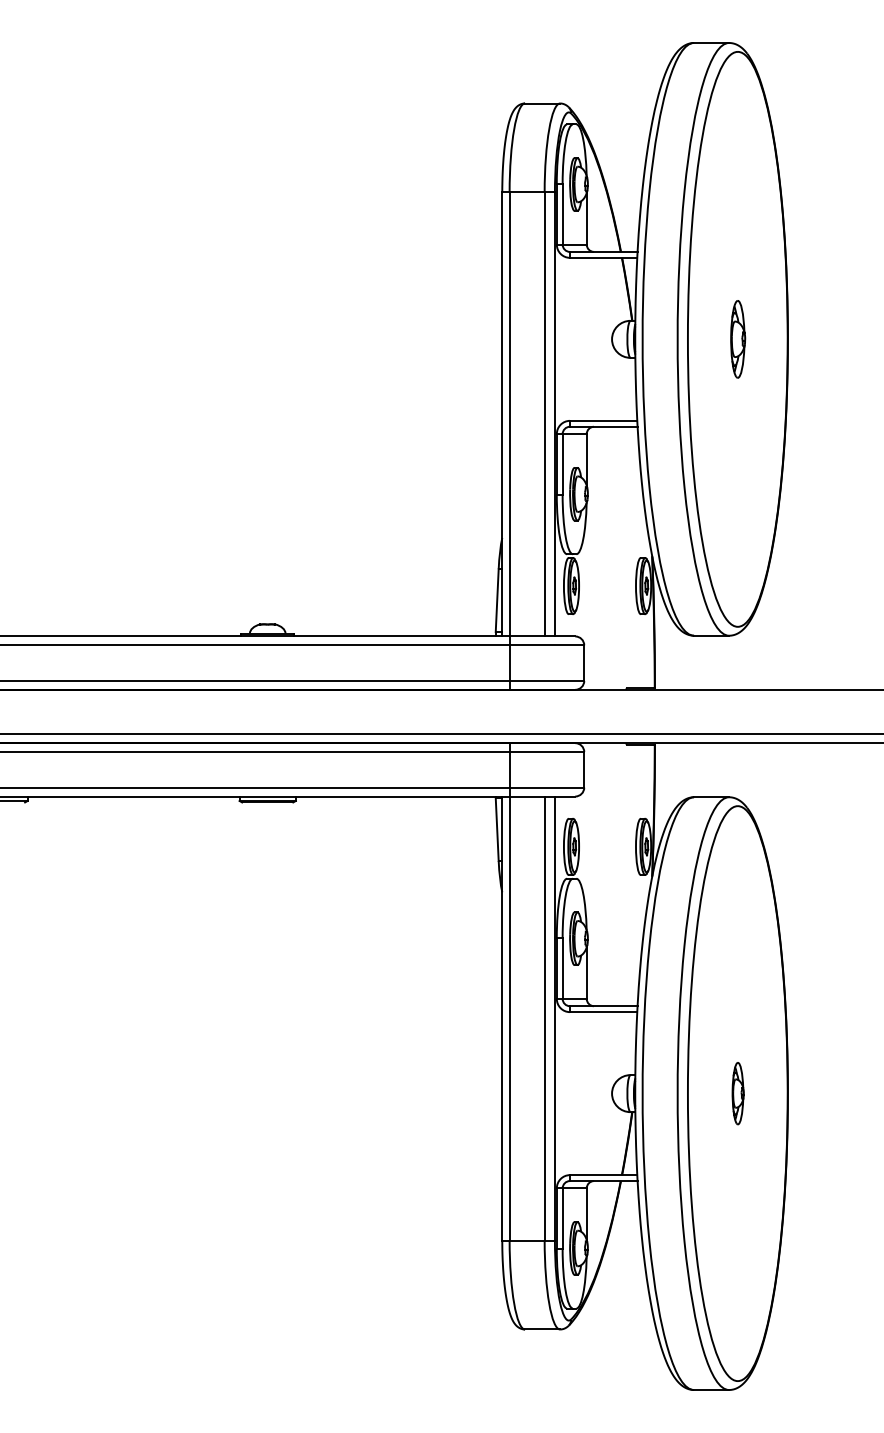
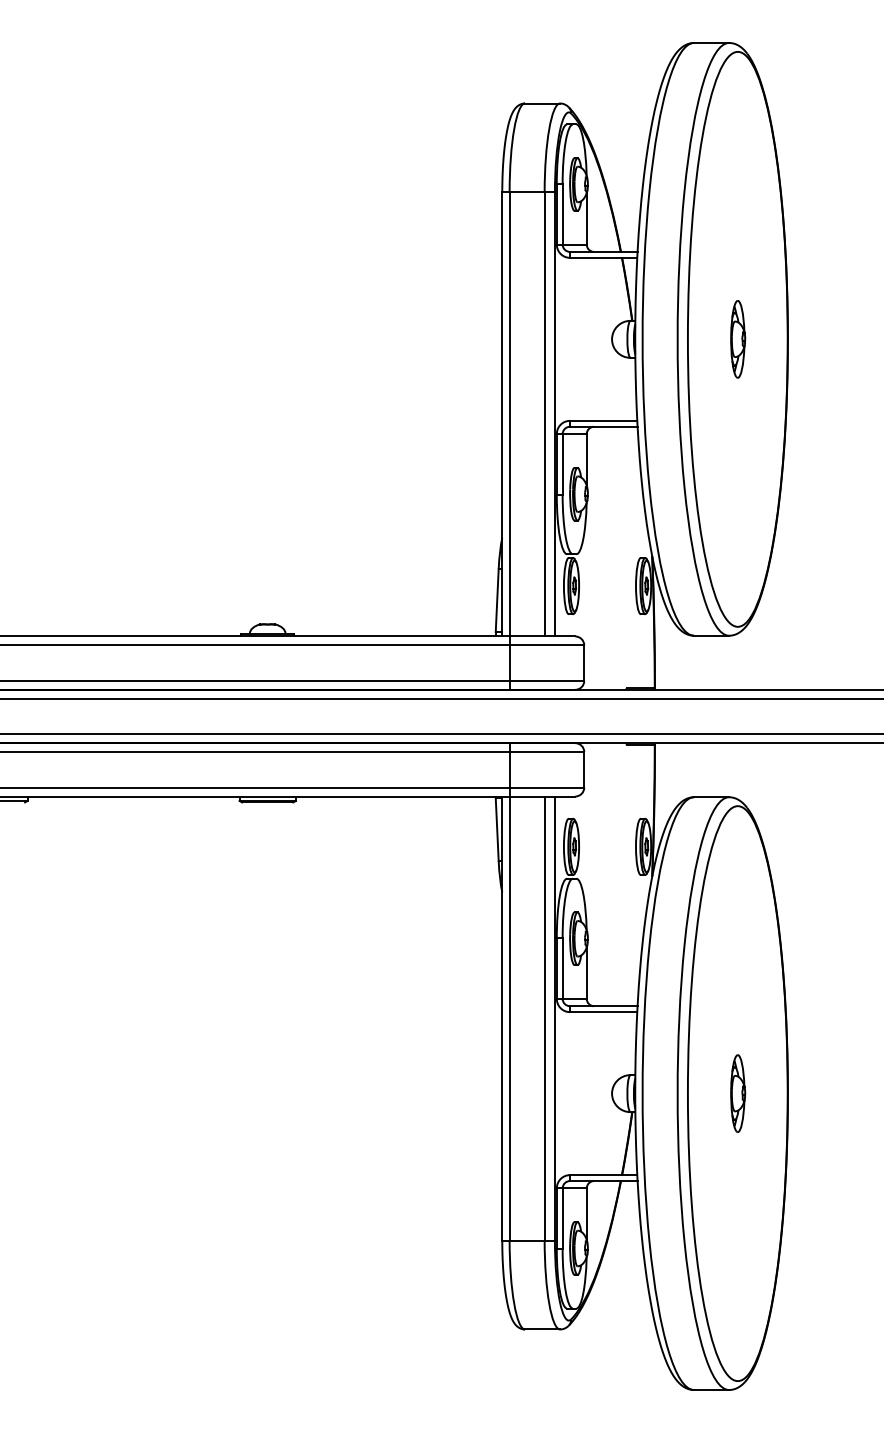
line at (441, 698): none -> present
part at (737, 1093) size: 14x64 px -> 17x79 px
